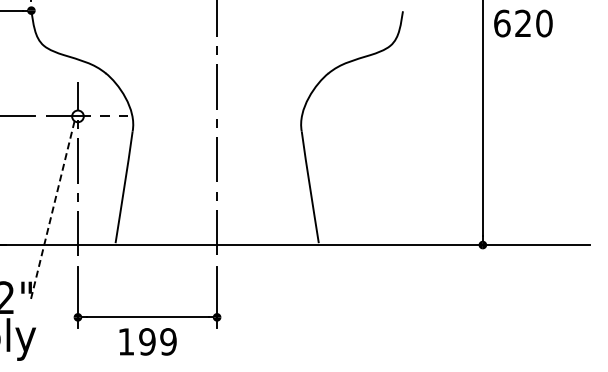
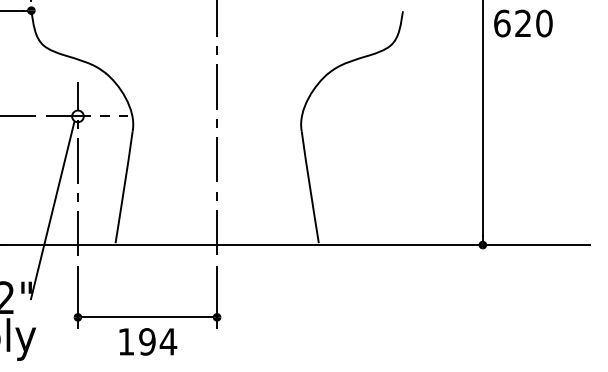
line at (52, 211): dashed -> solid
text at (168, 341): 199 -> 194
